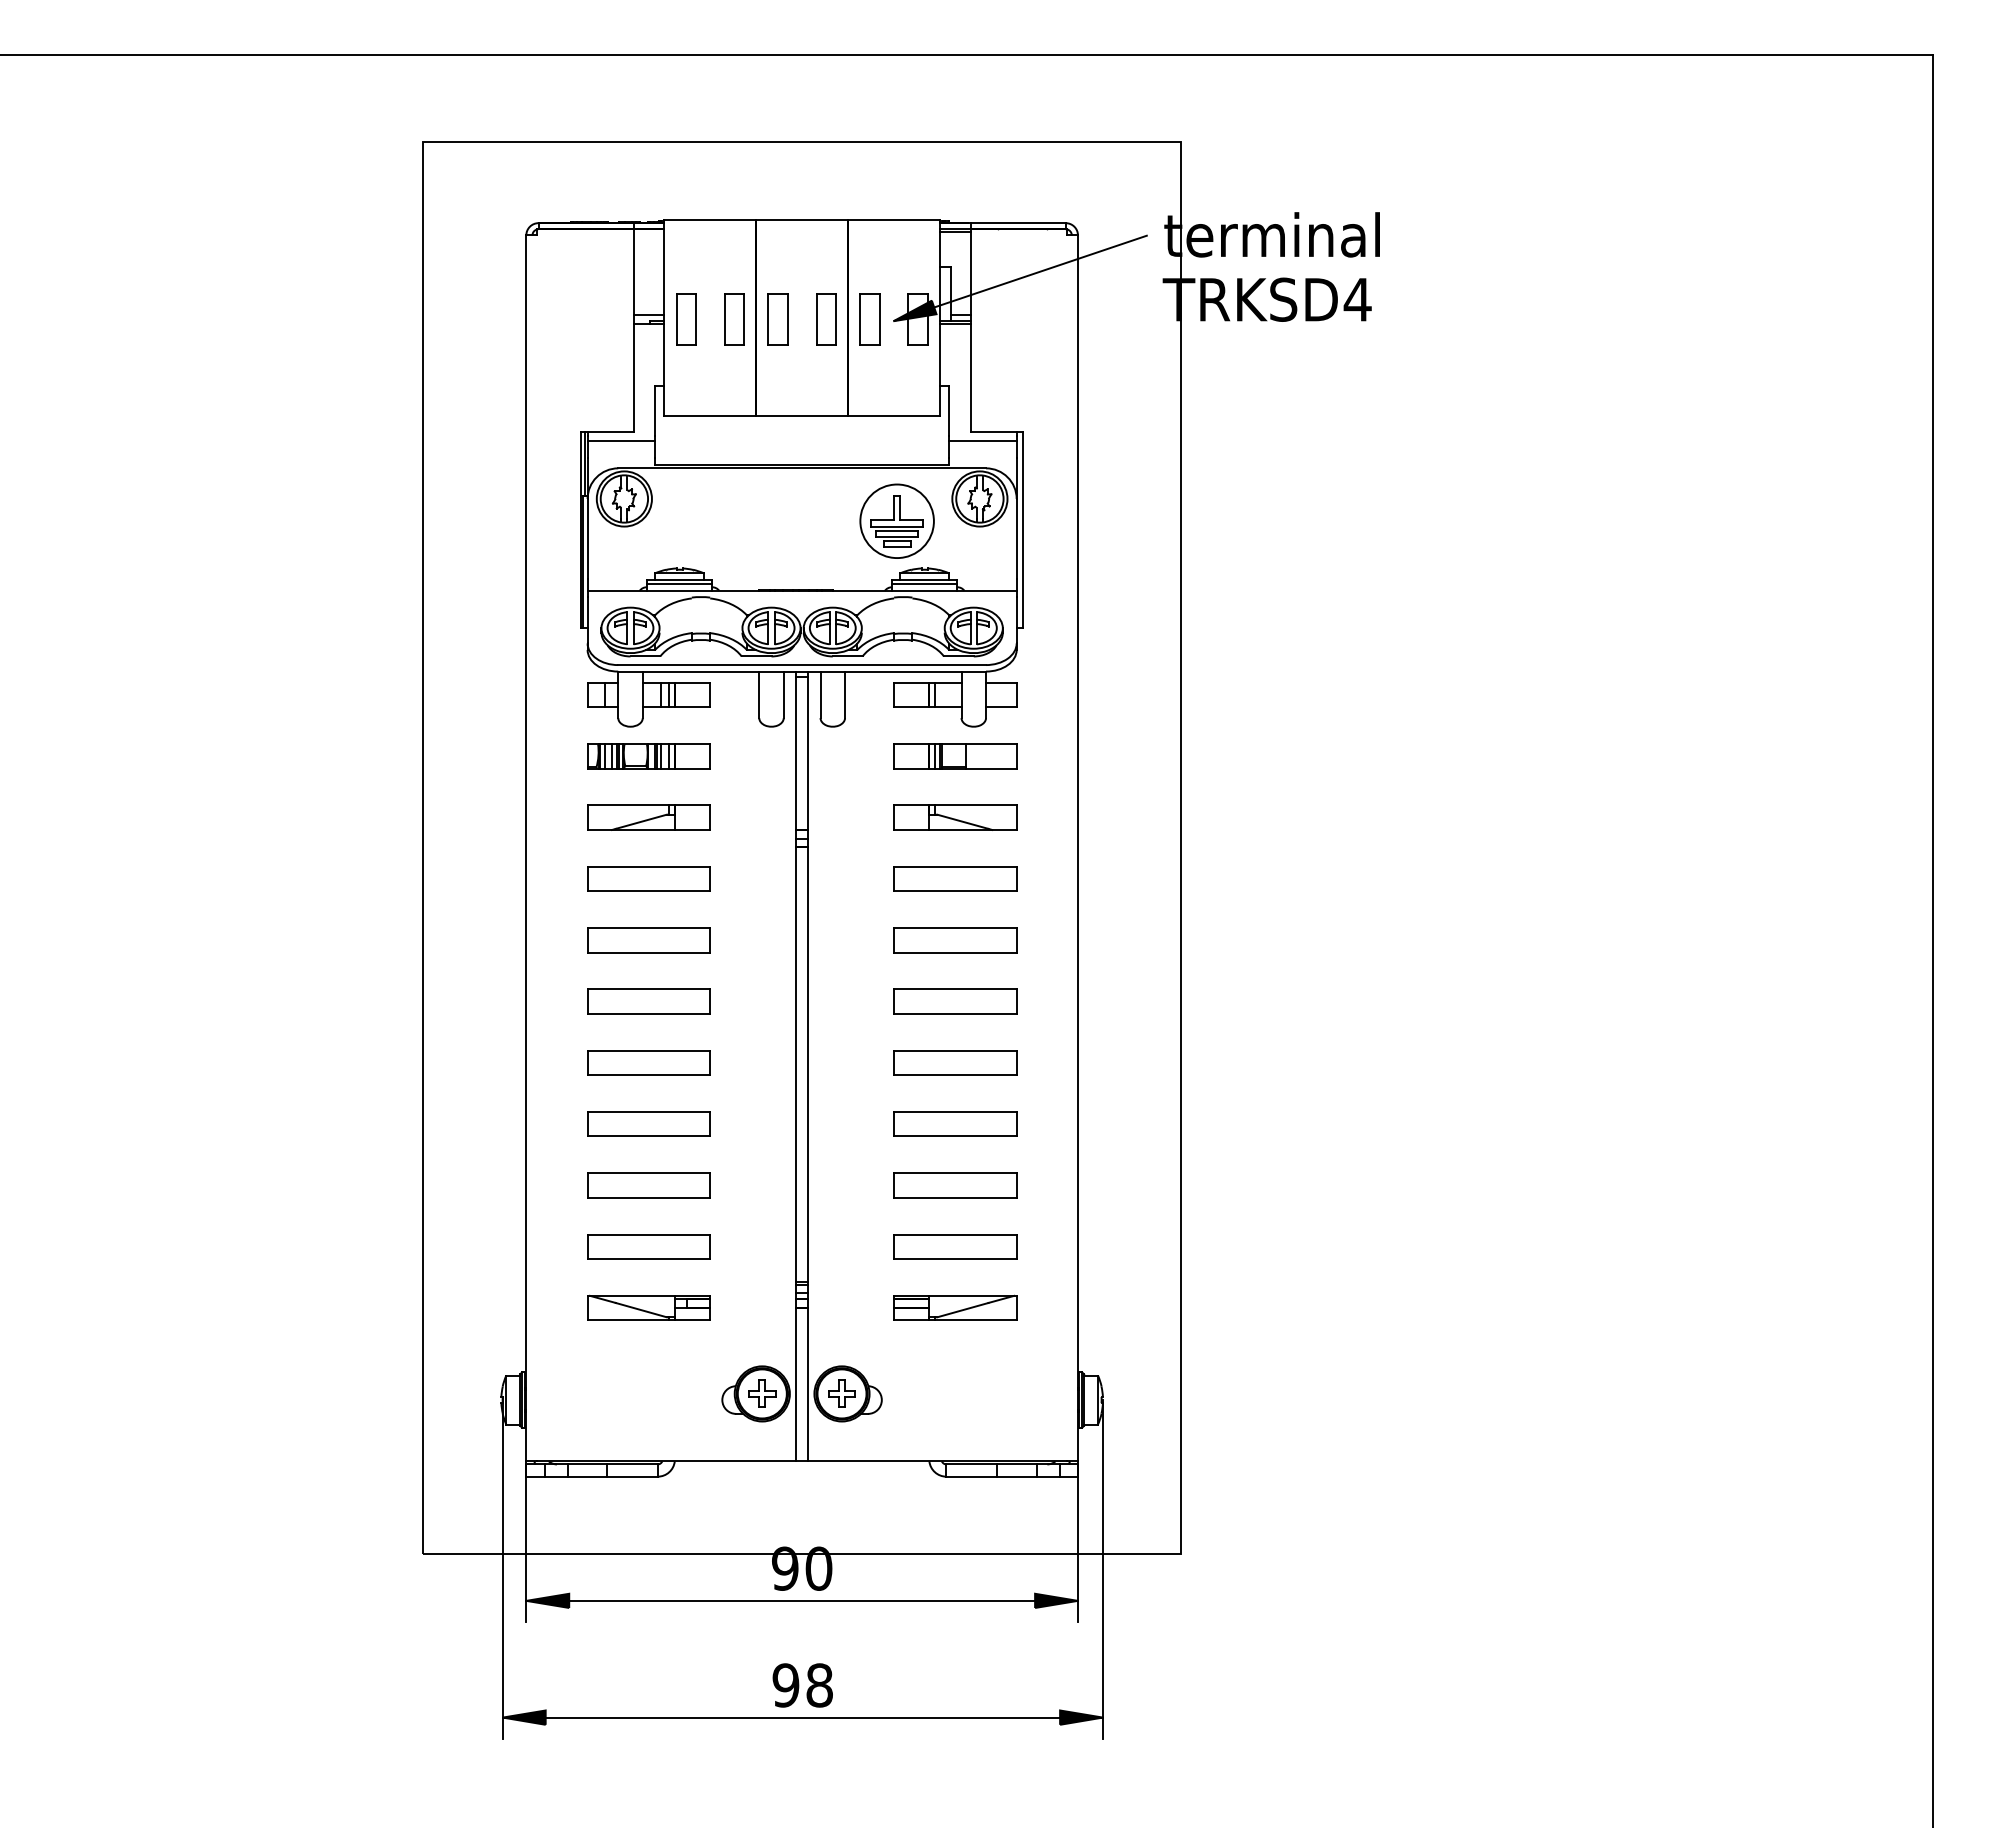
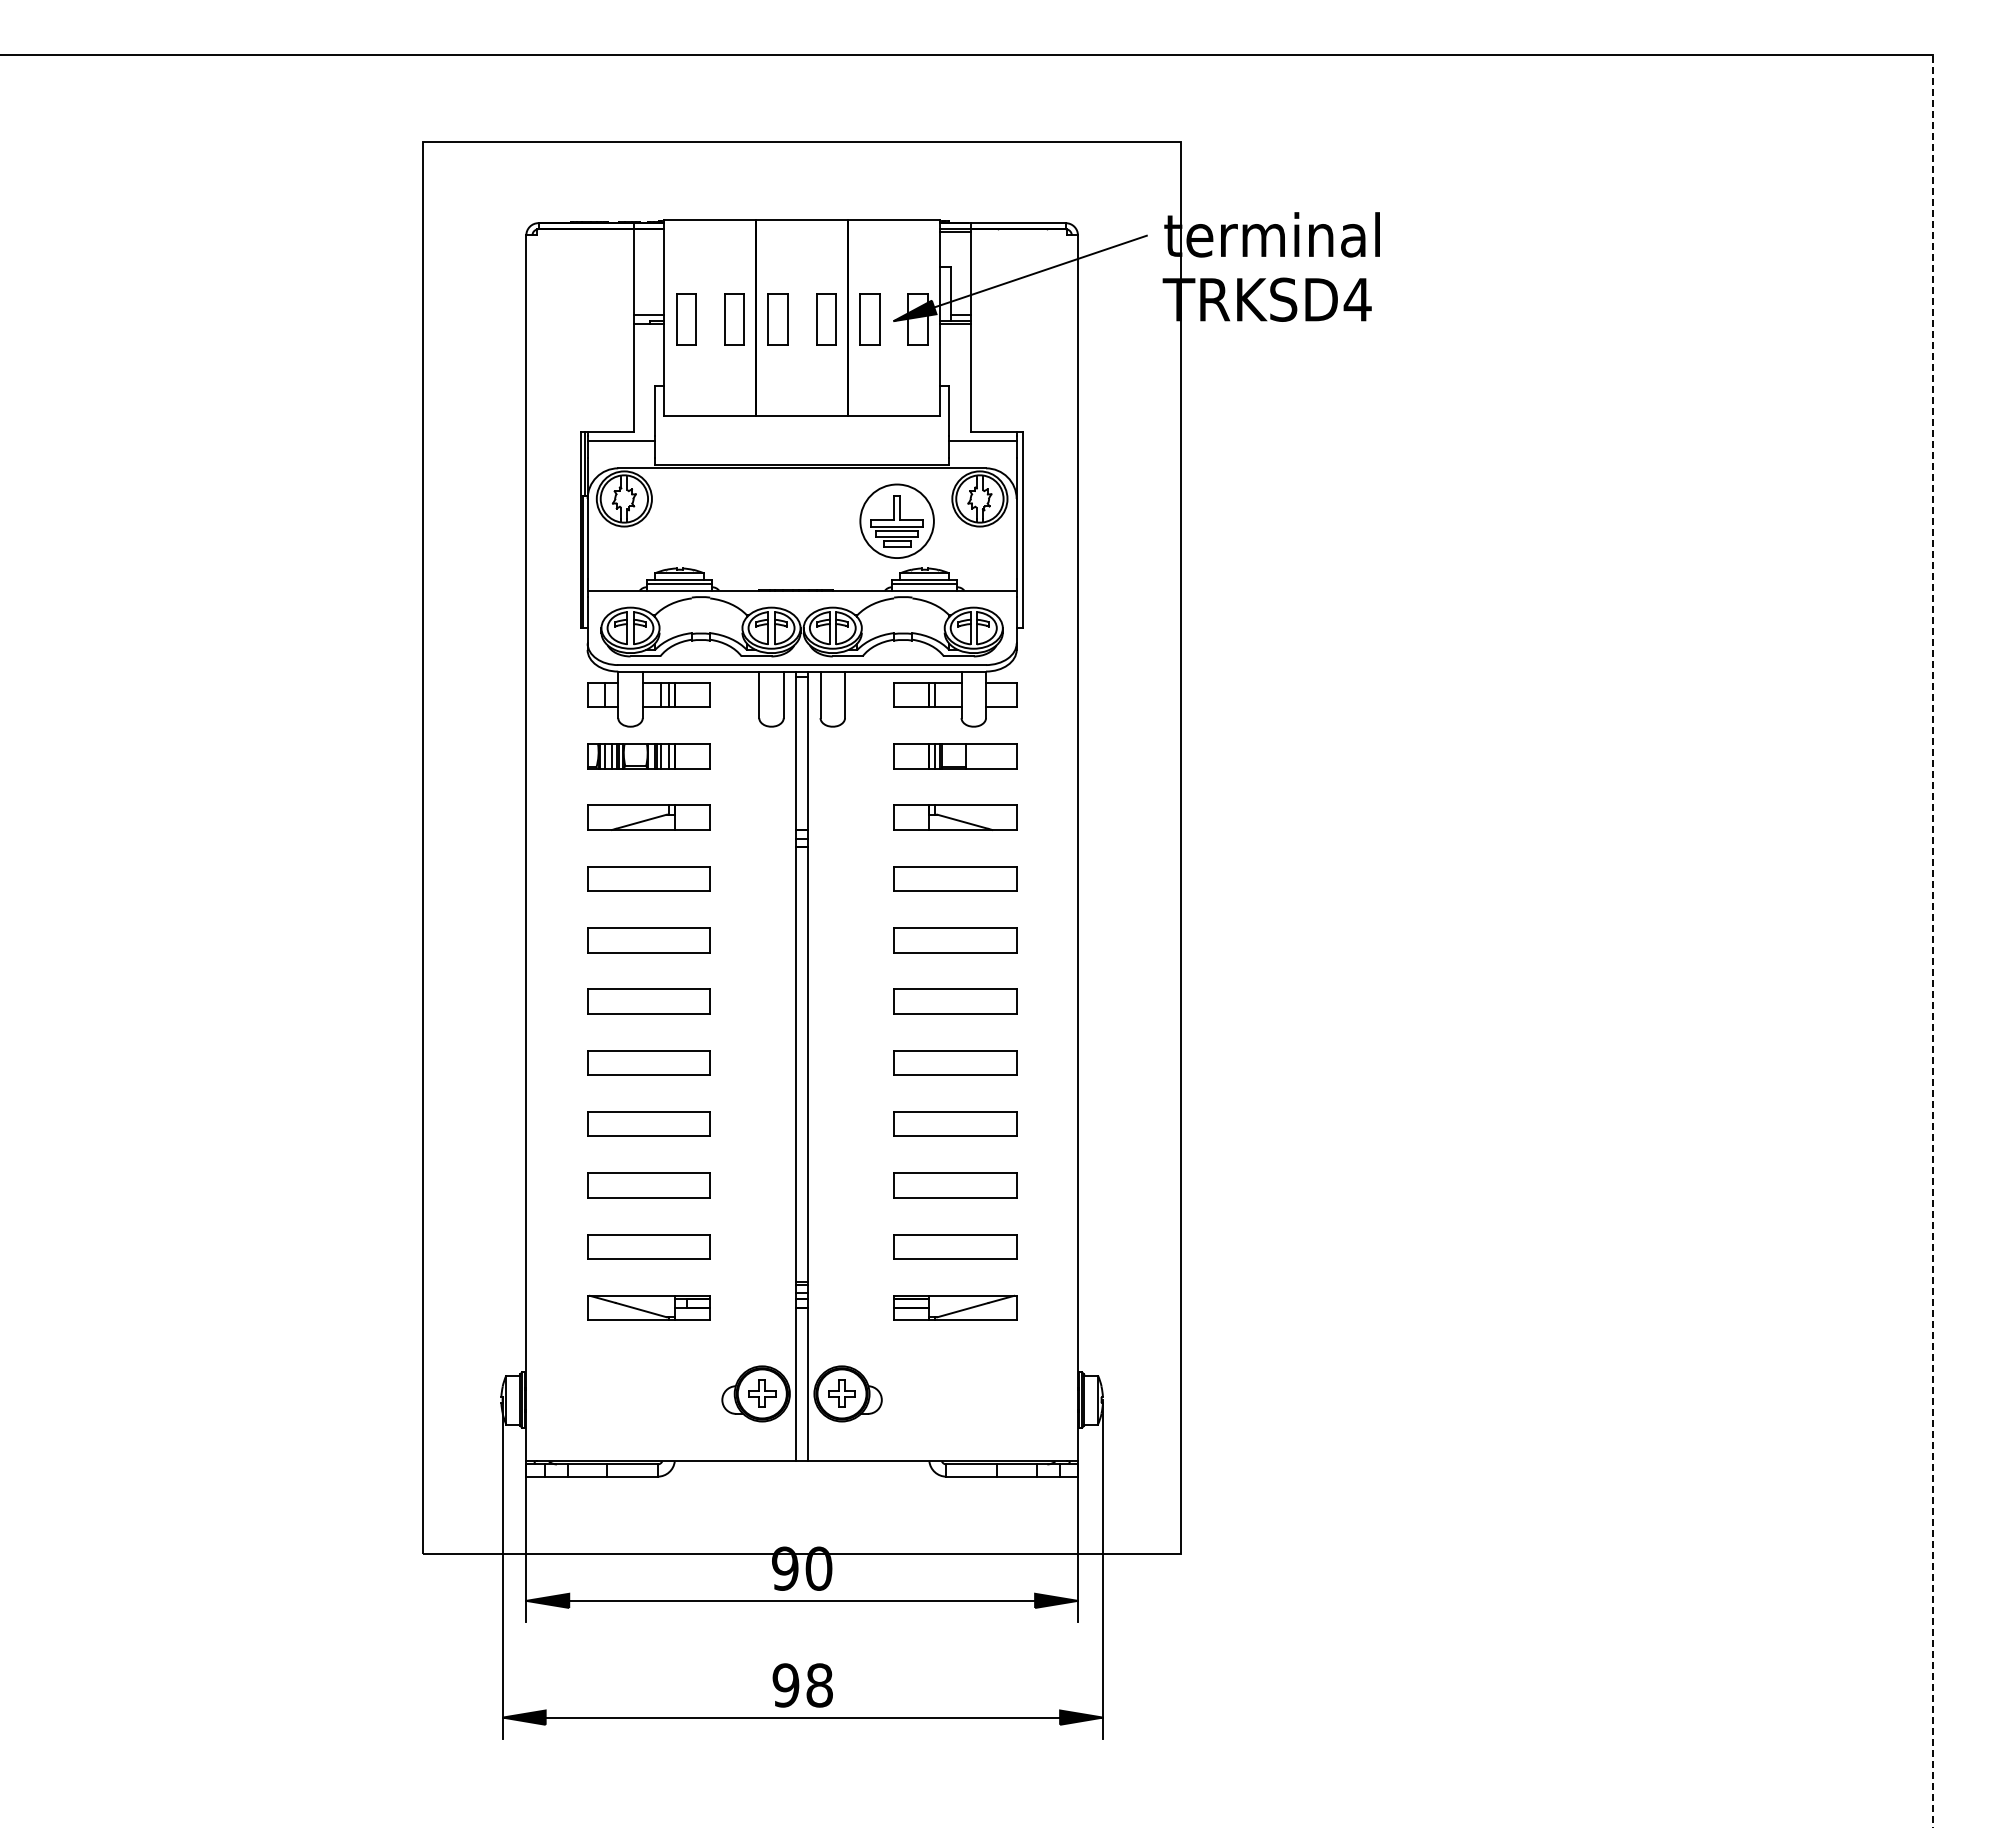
line at (1933, 940): solid -> dashed
